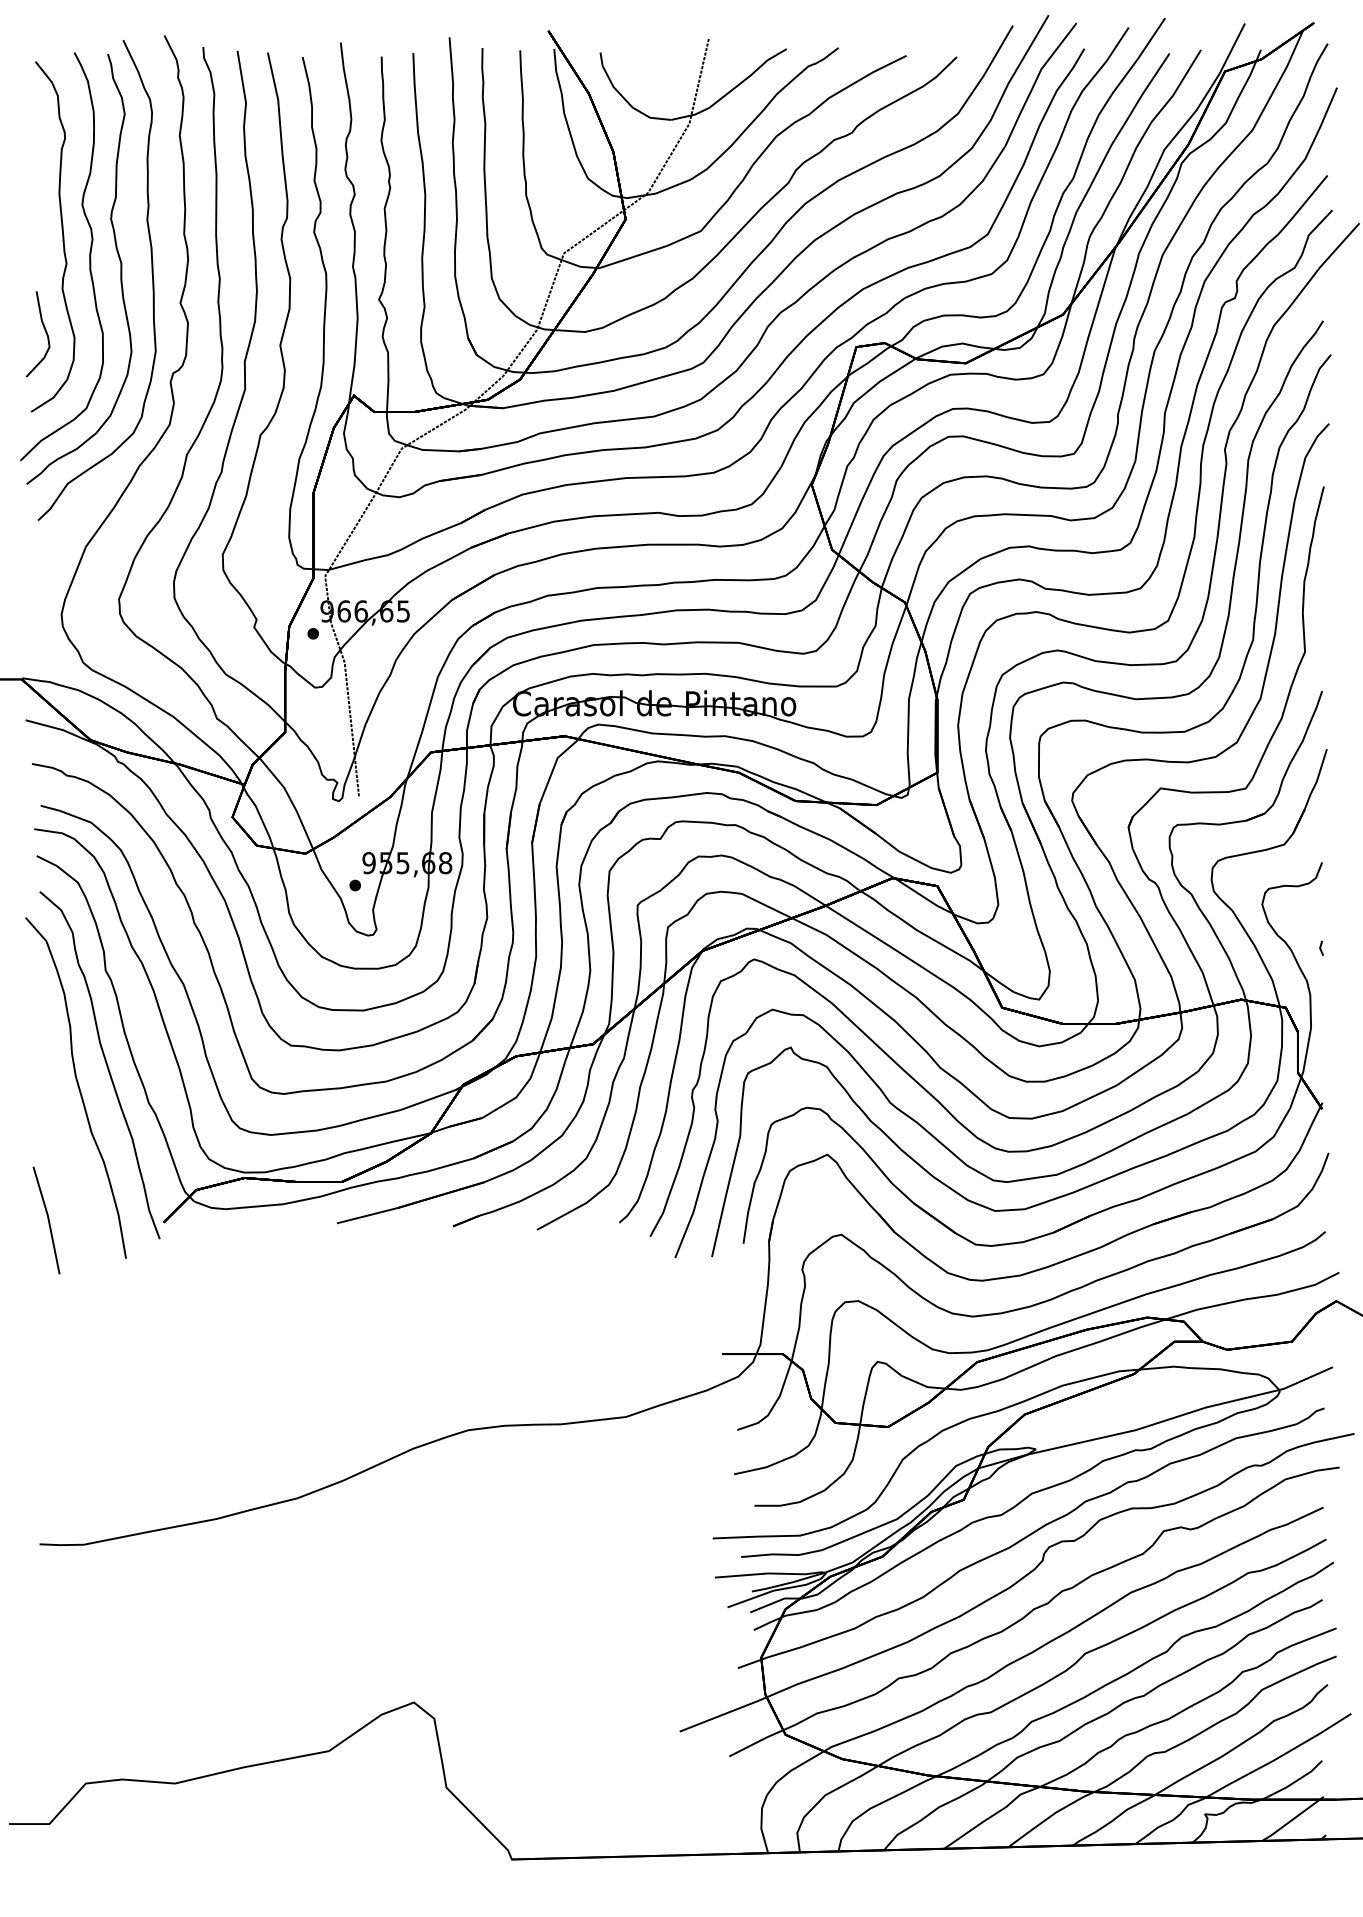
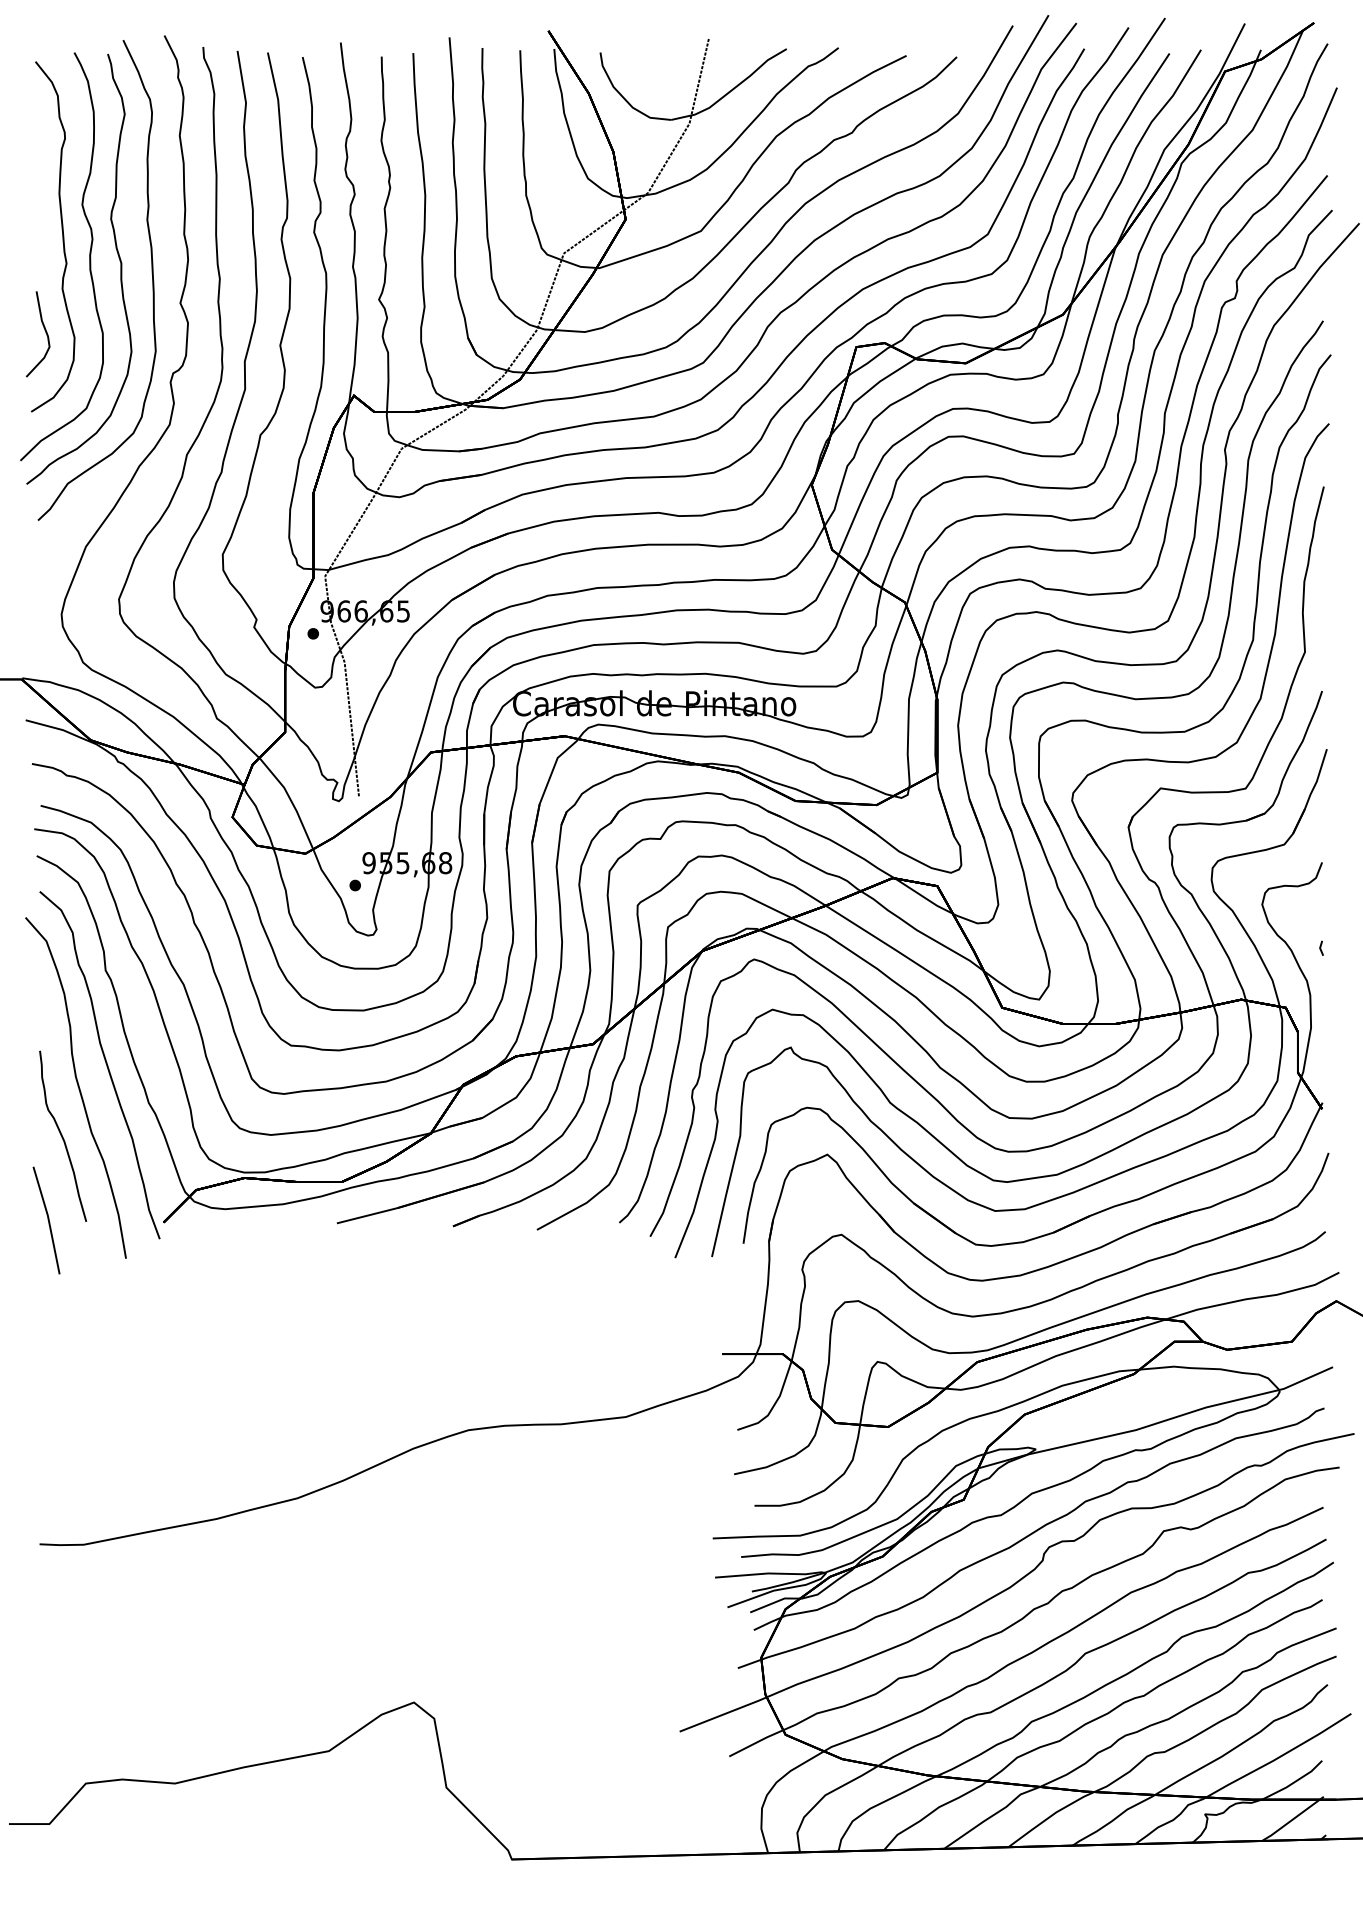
part at (63, 1135): none -> present
